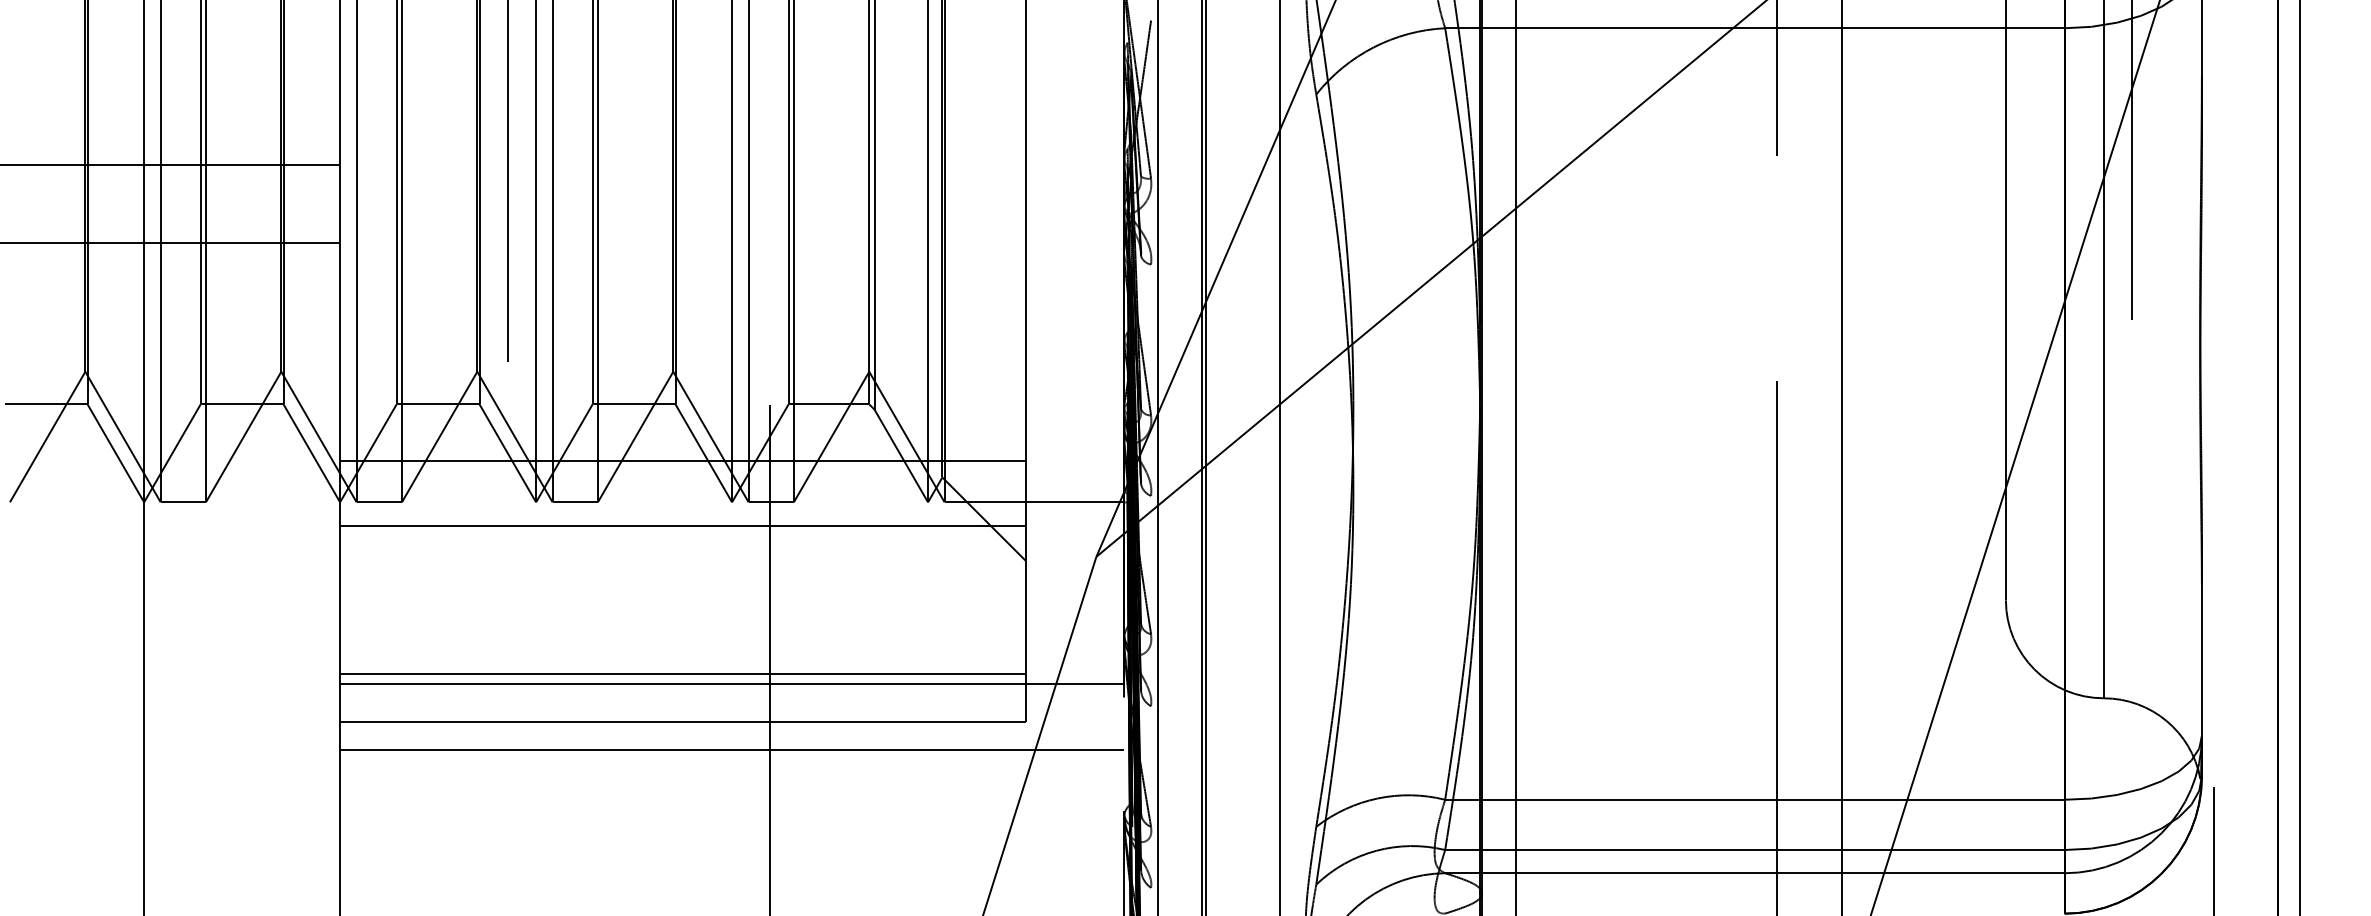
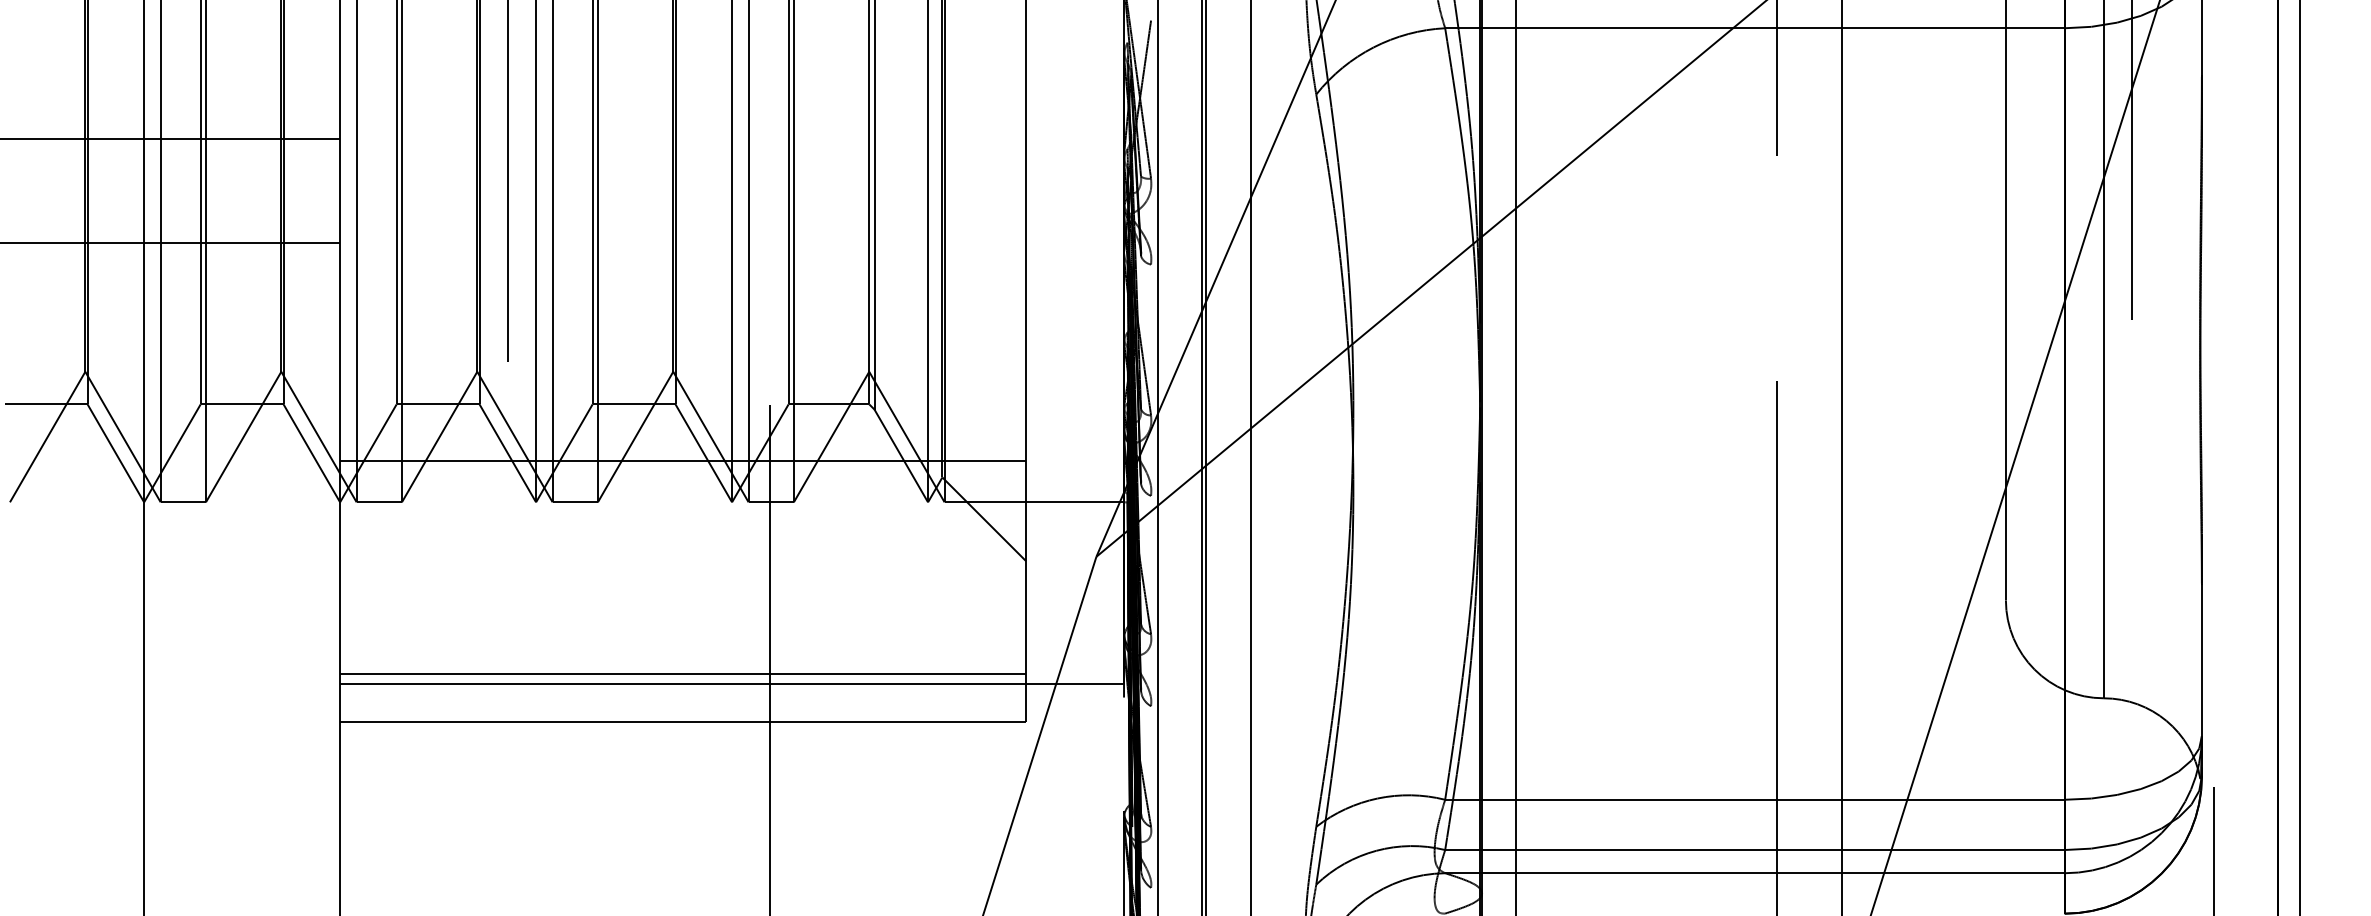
line at (171, 165) position: (171, 165) -> (171, 139)
line at (1279, 457) position: (1279, 457) -> (1250, 457)
line at (683, 526): present -> none
line at (732, 749): present -> none
